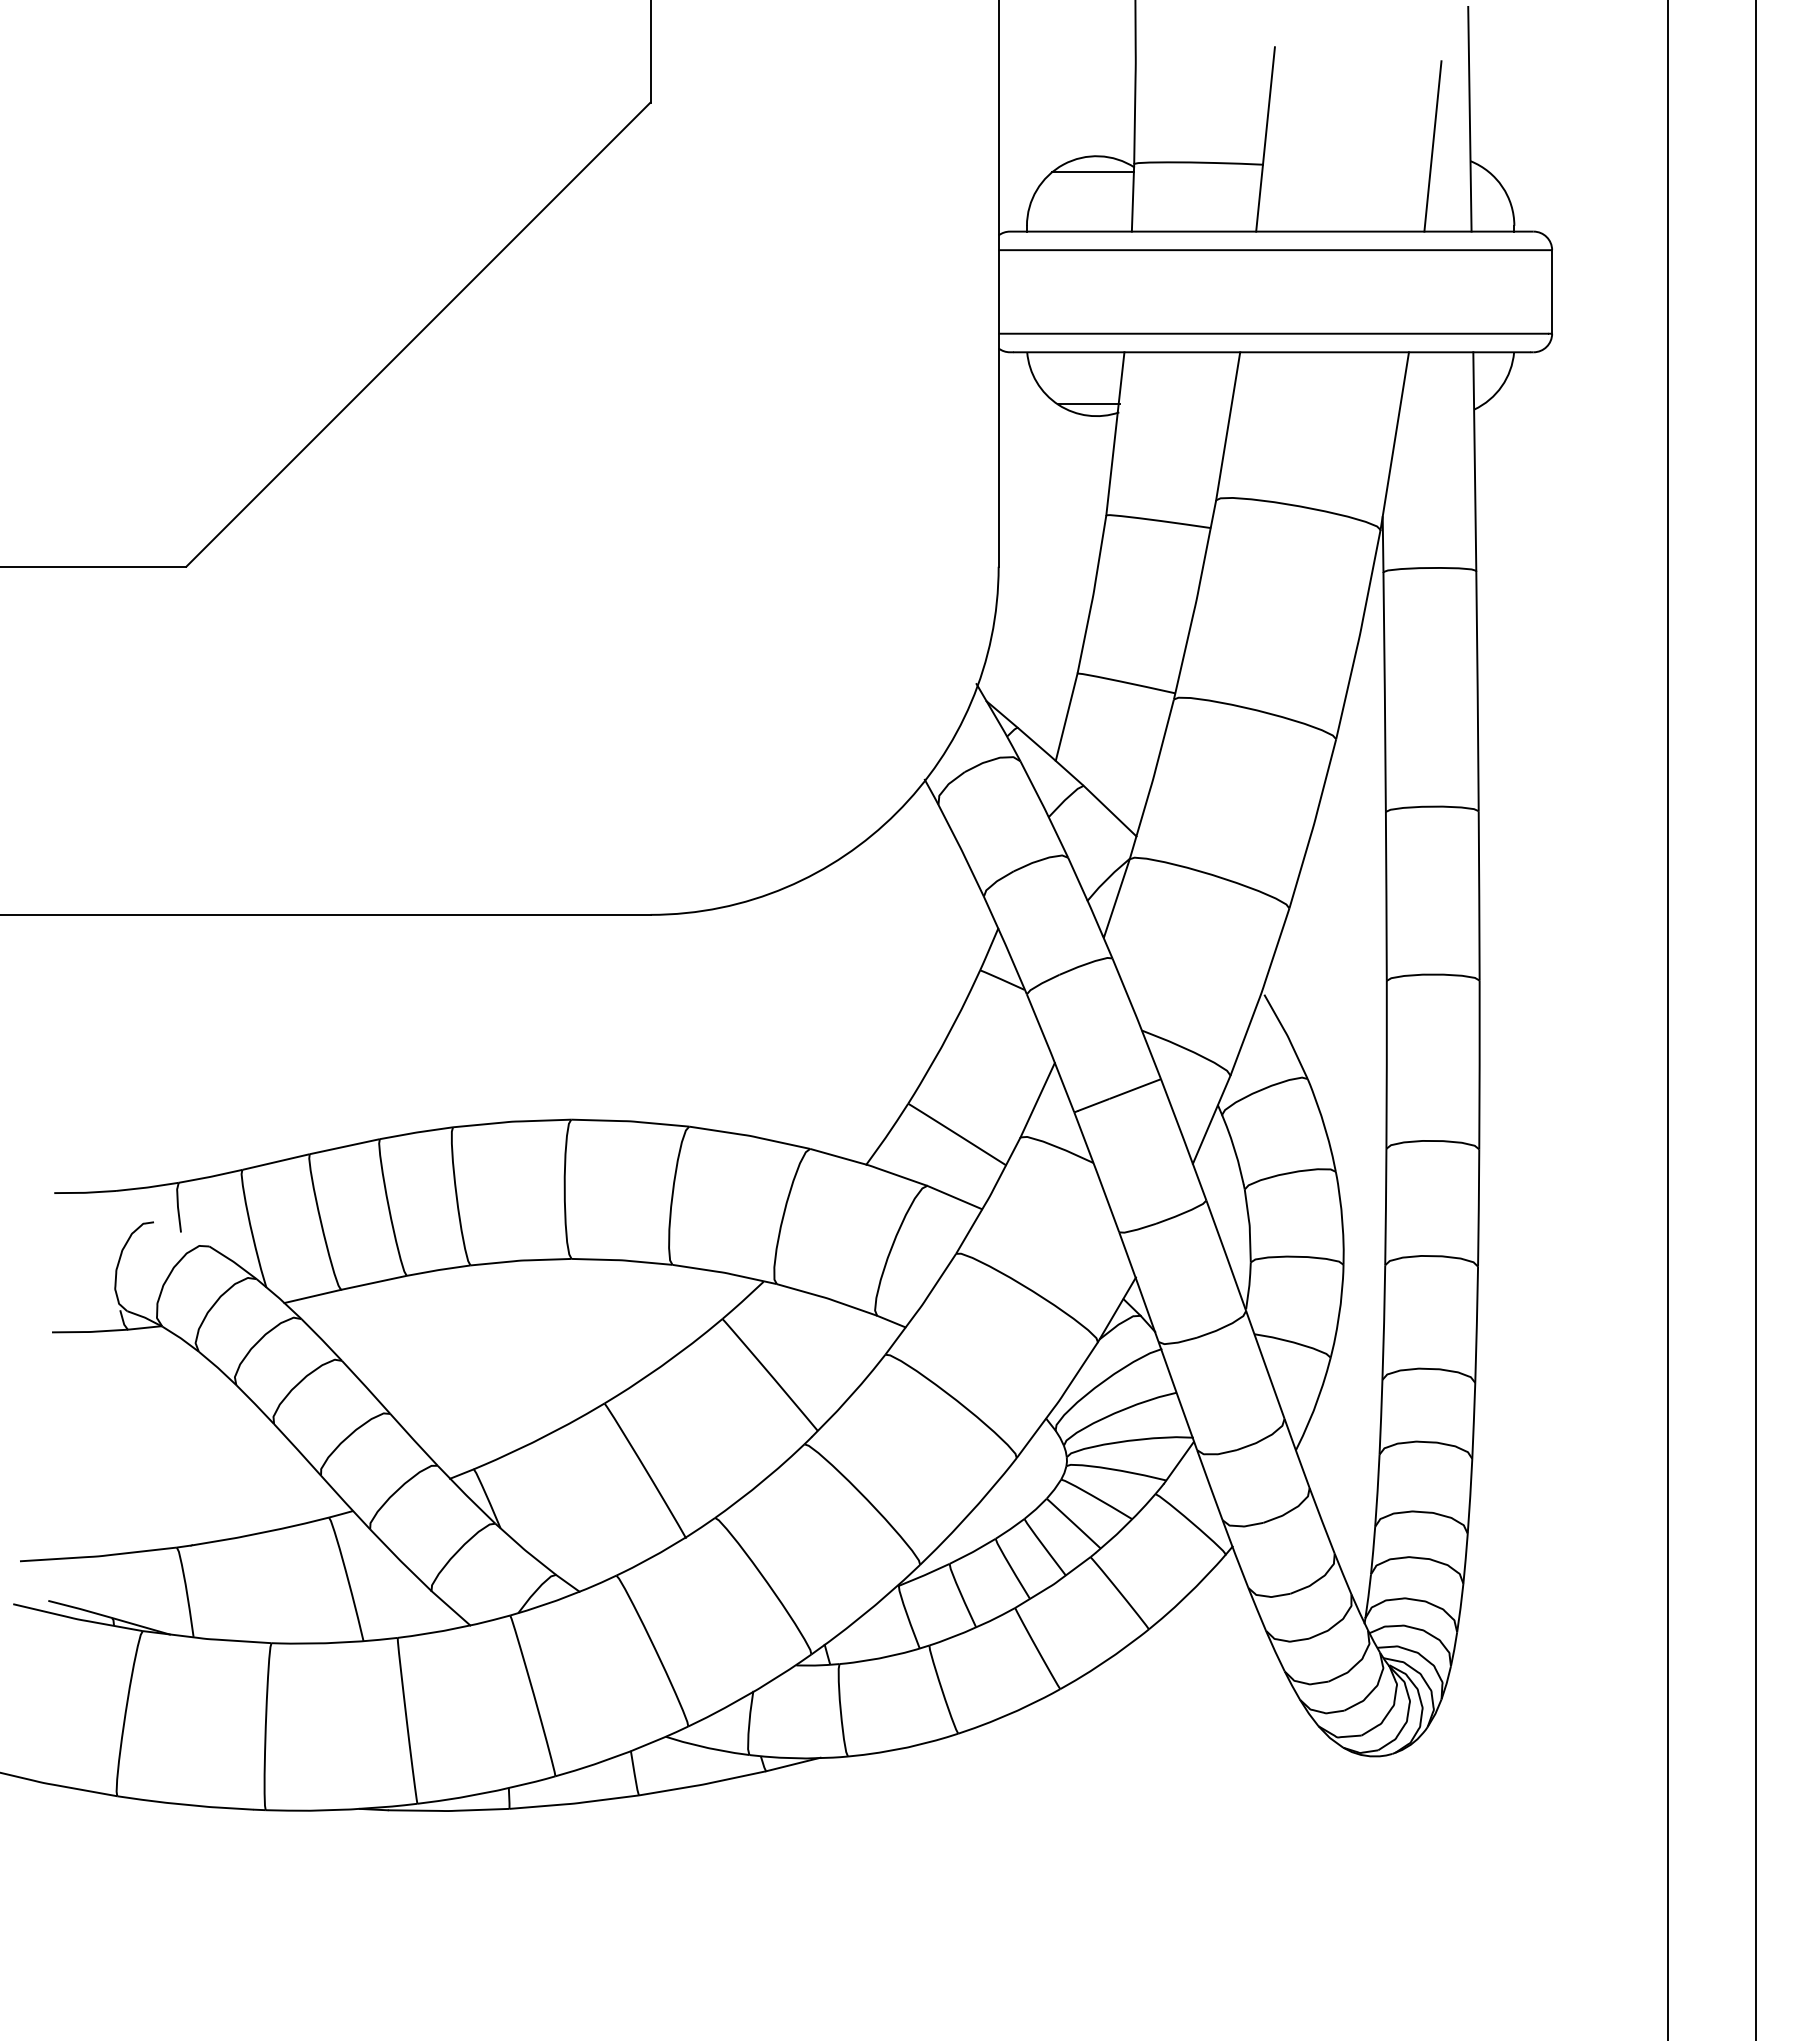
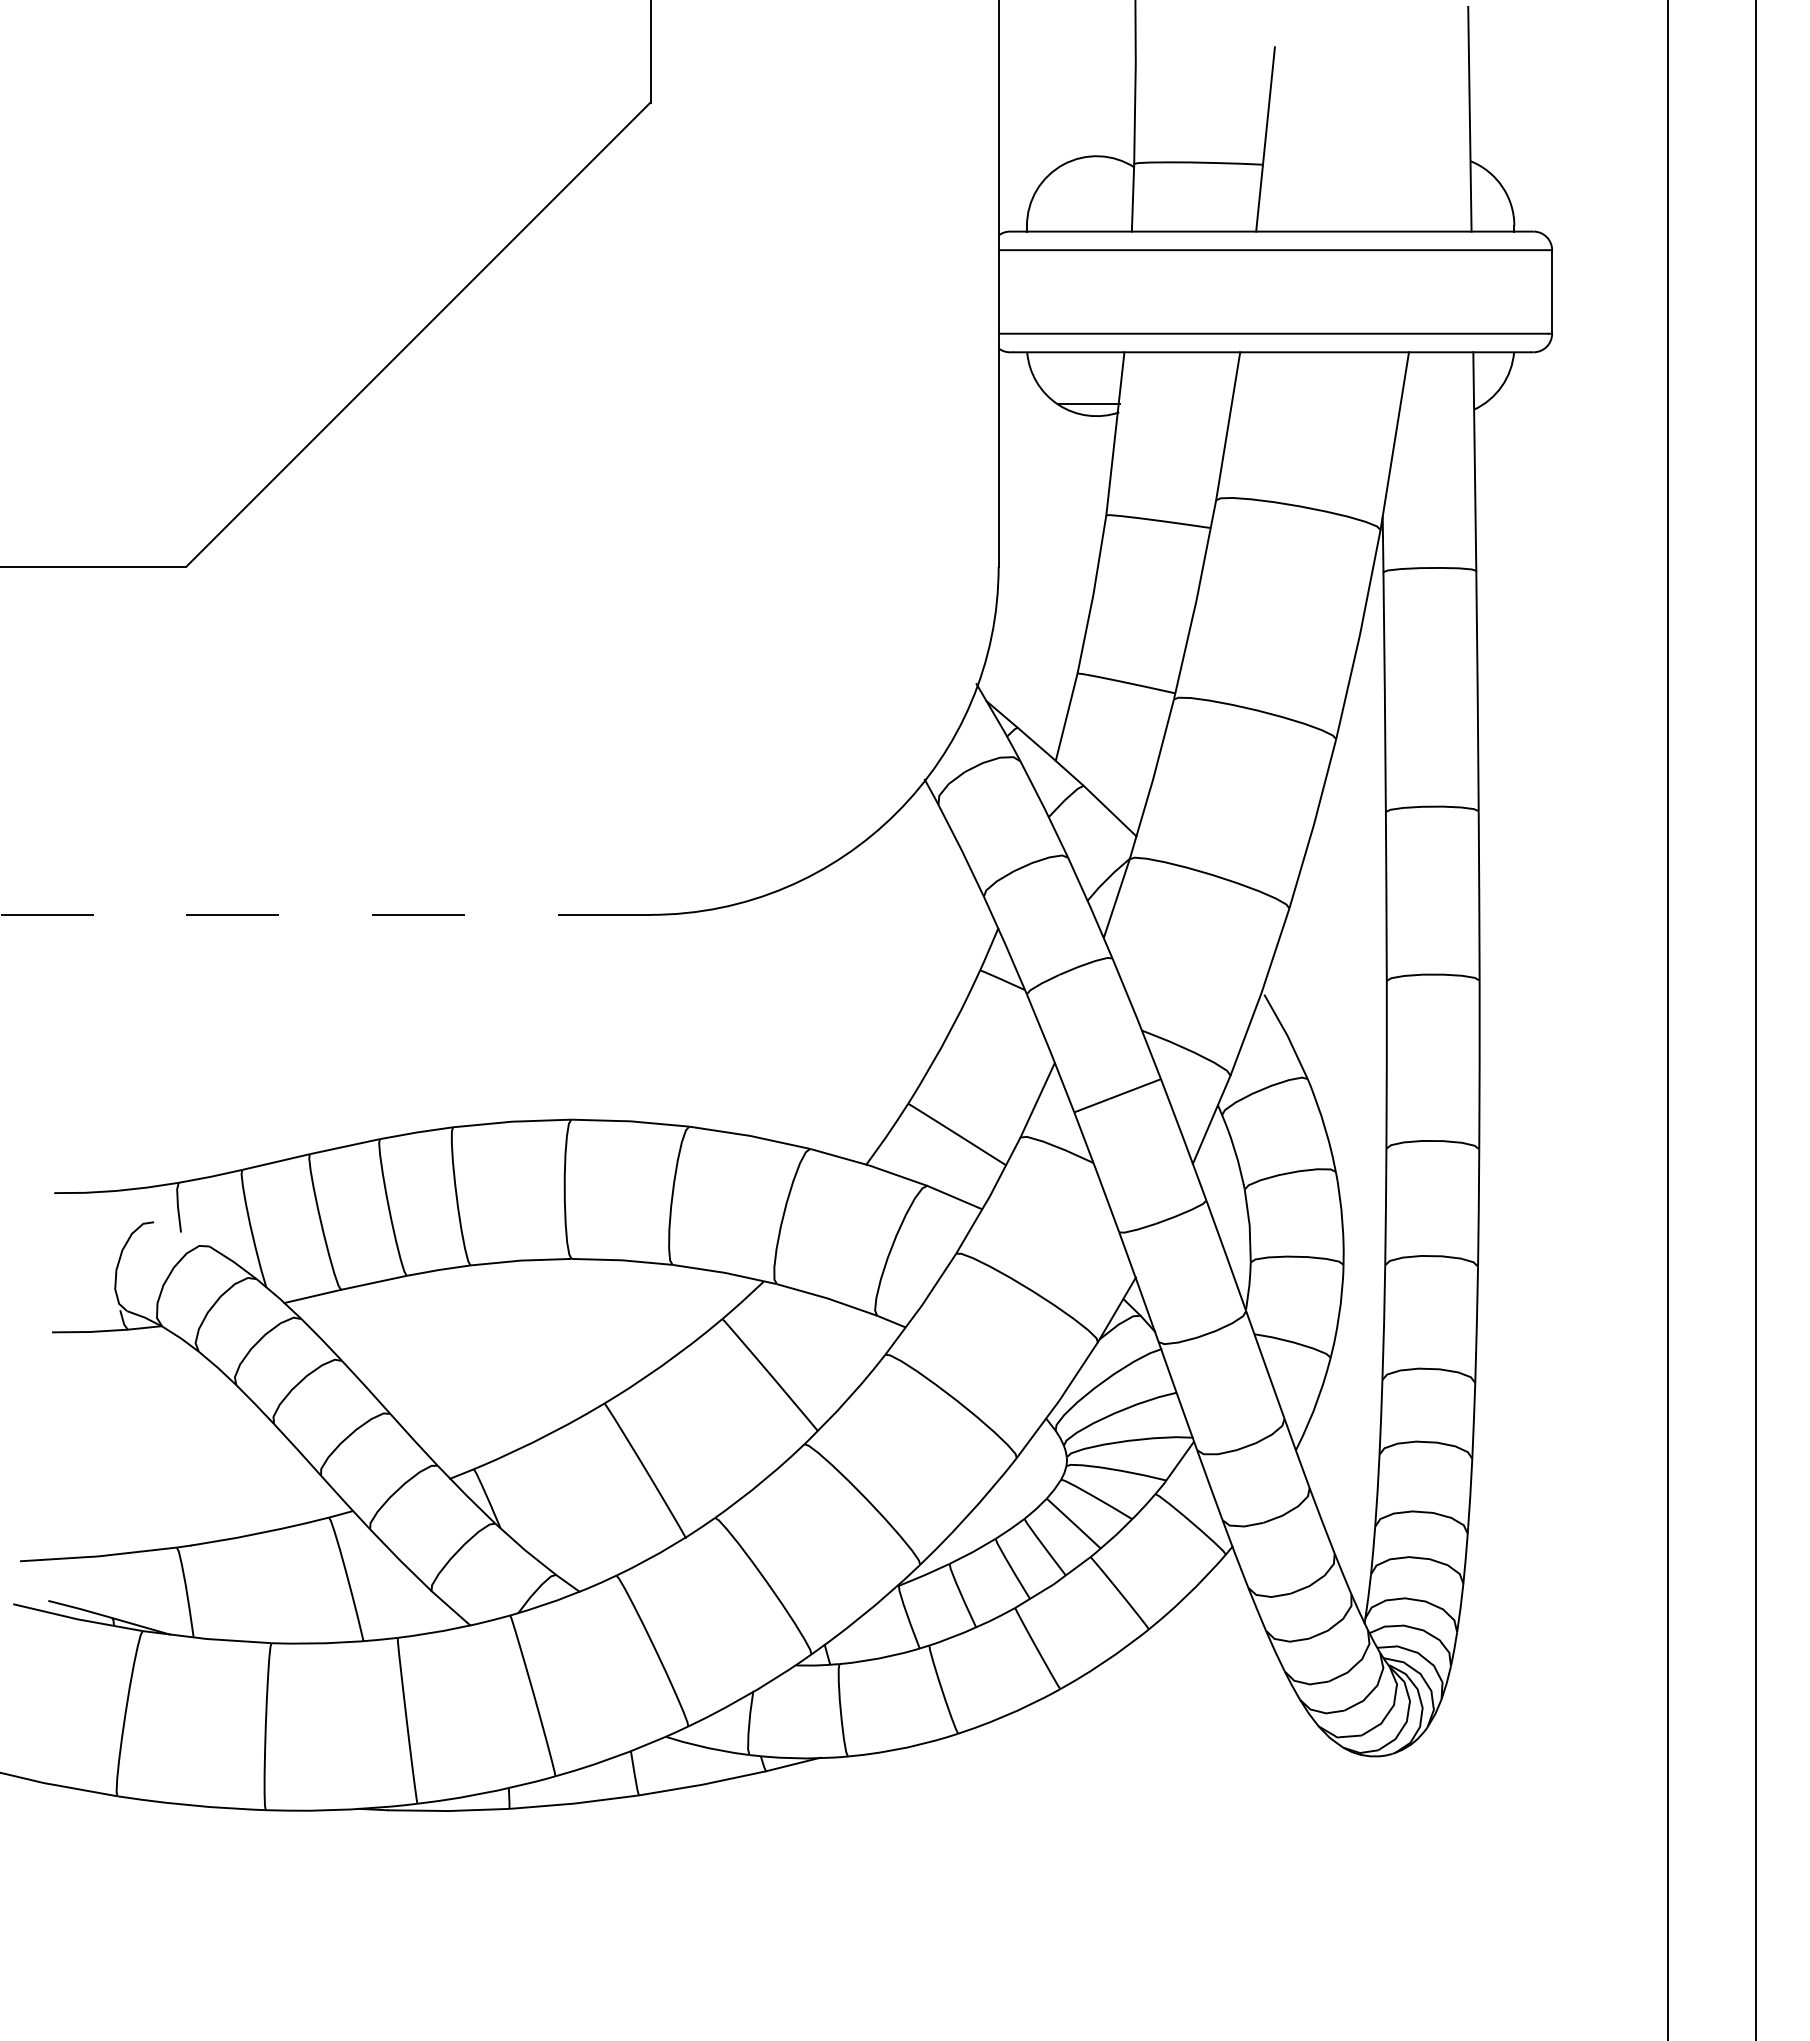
line at (1432, 146): present -> none
line at (1092, 172): present -> none
line at (325, 914): solid -> dashed
